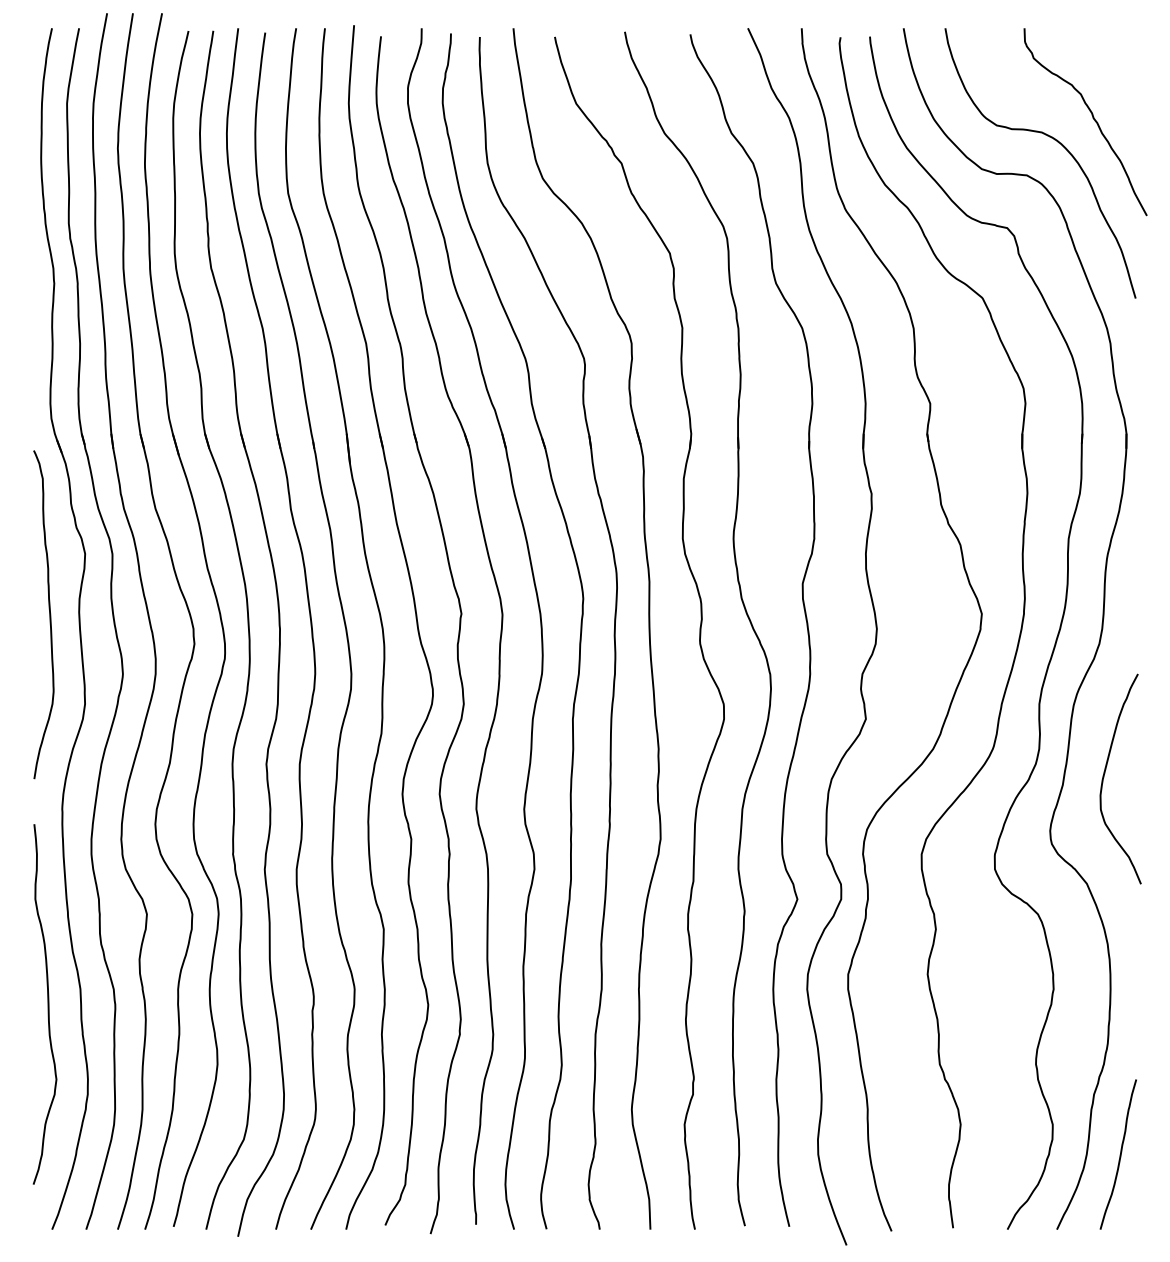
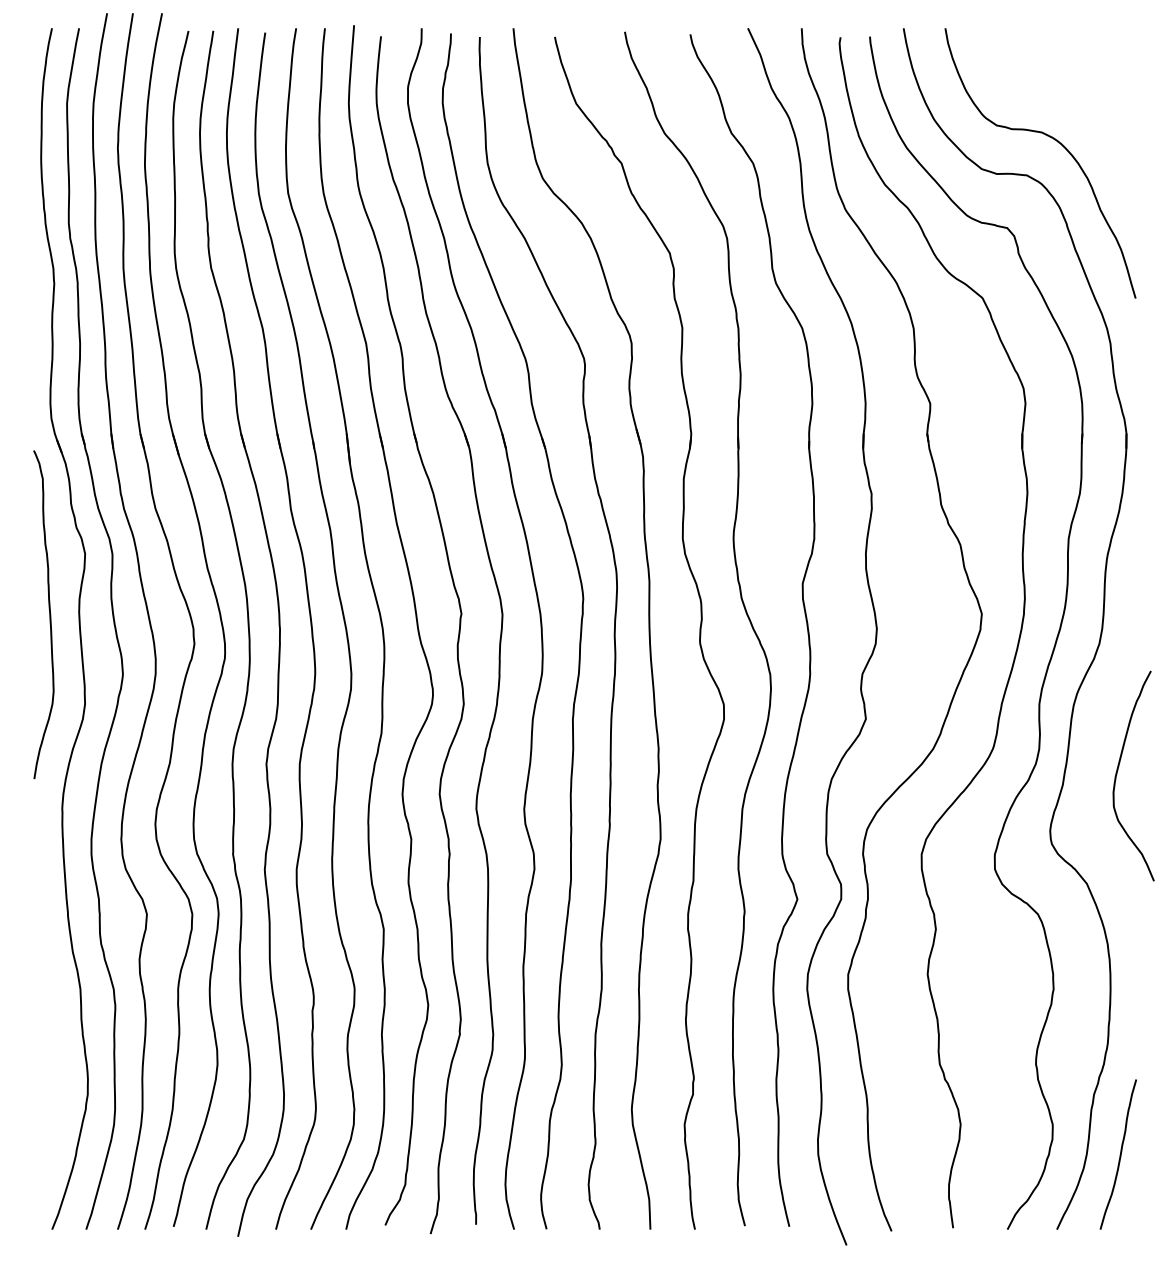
curve at (1092, 118): present -> none
curve at (1105, 773) position: (1105, 773) -> (1118, 770)
curve at (47, 1004): present -> none
